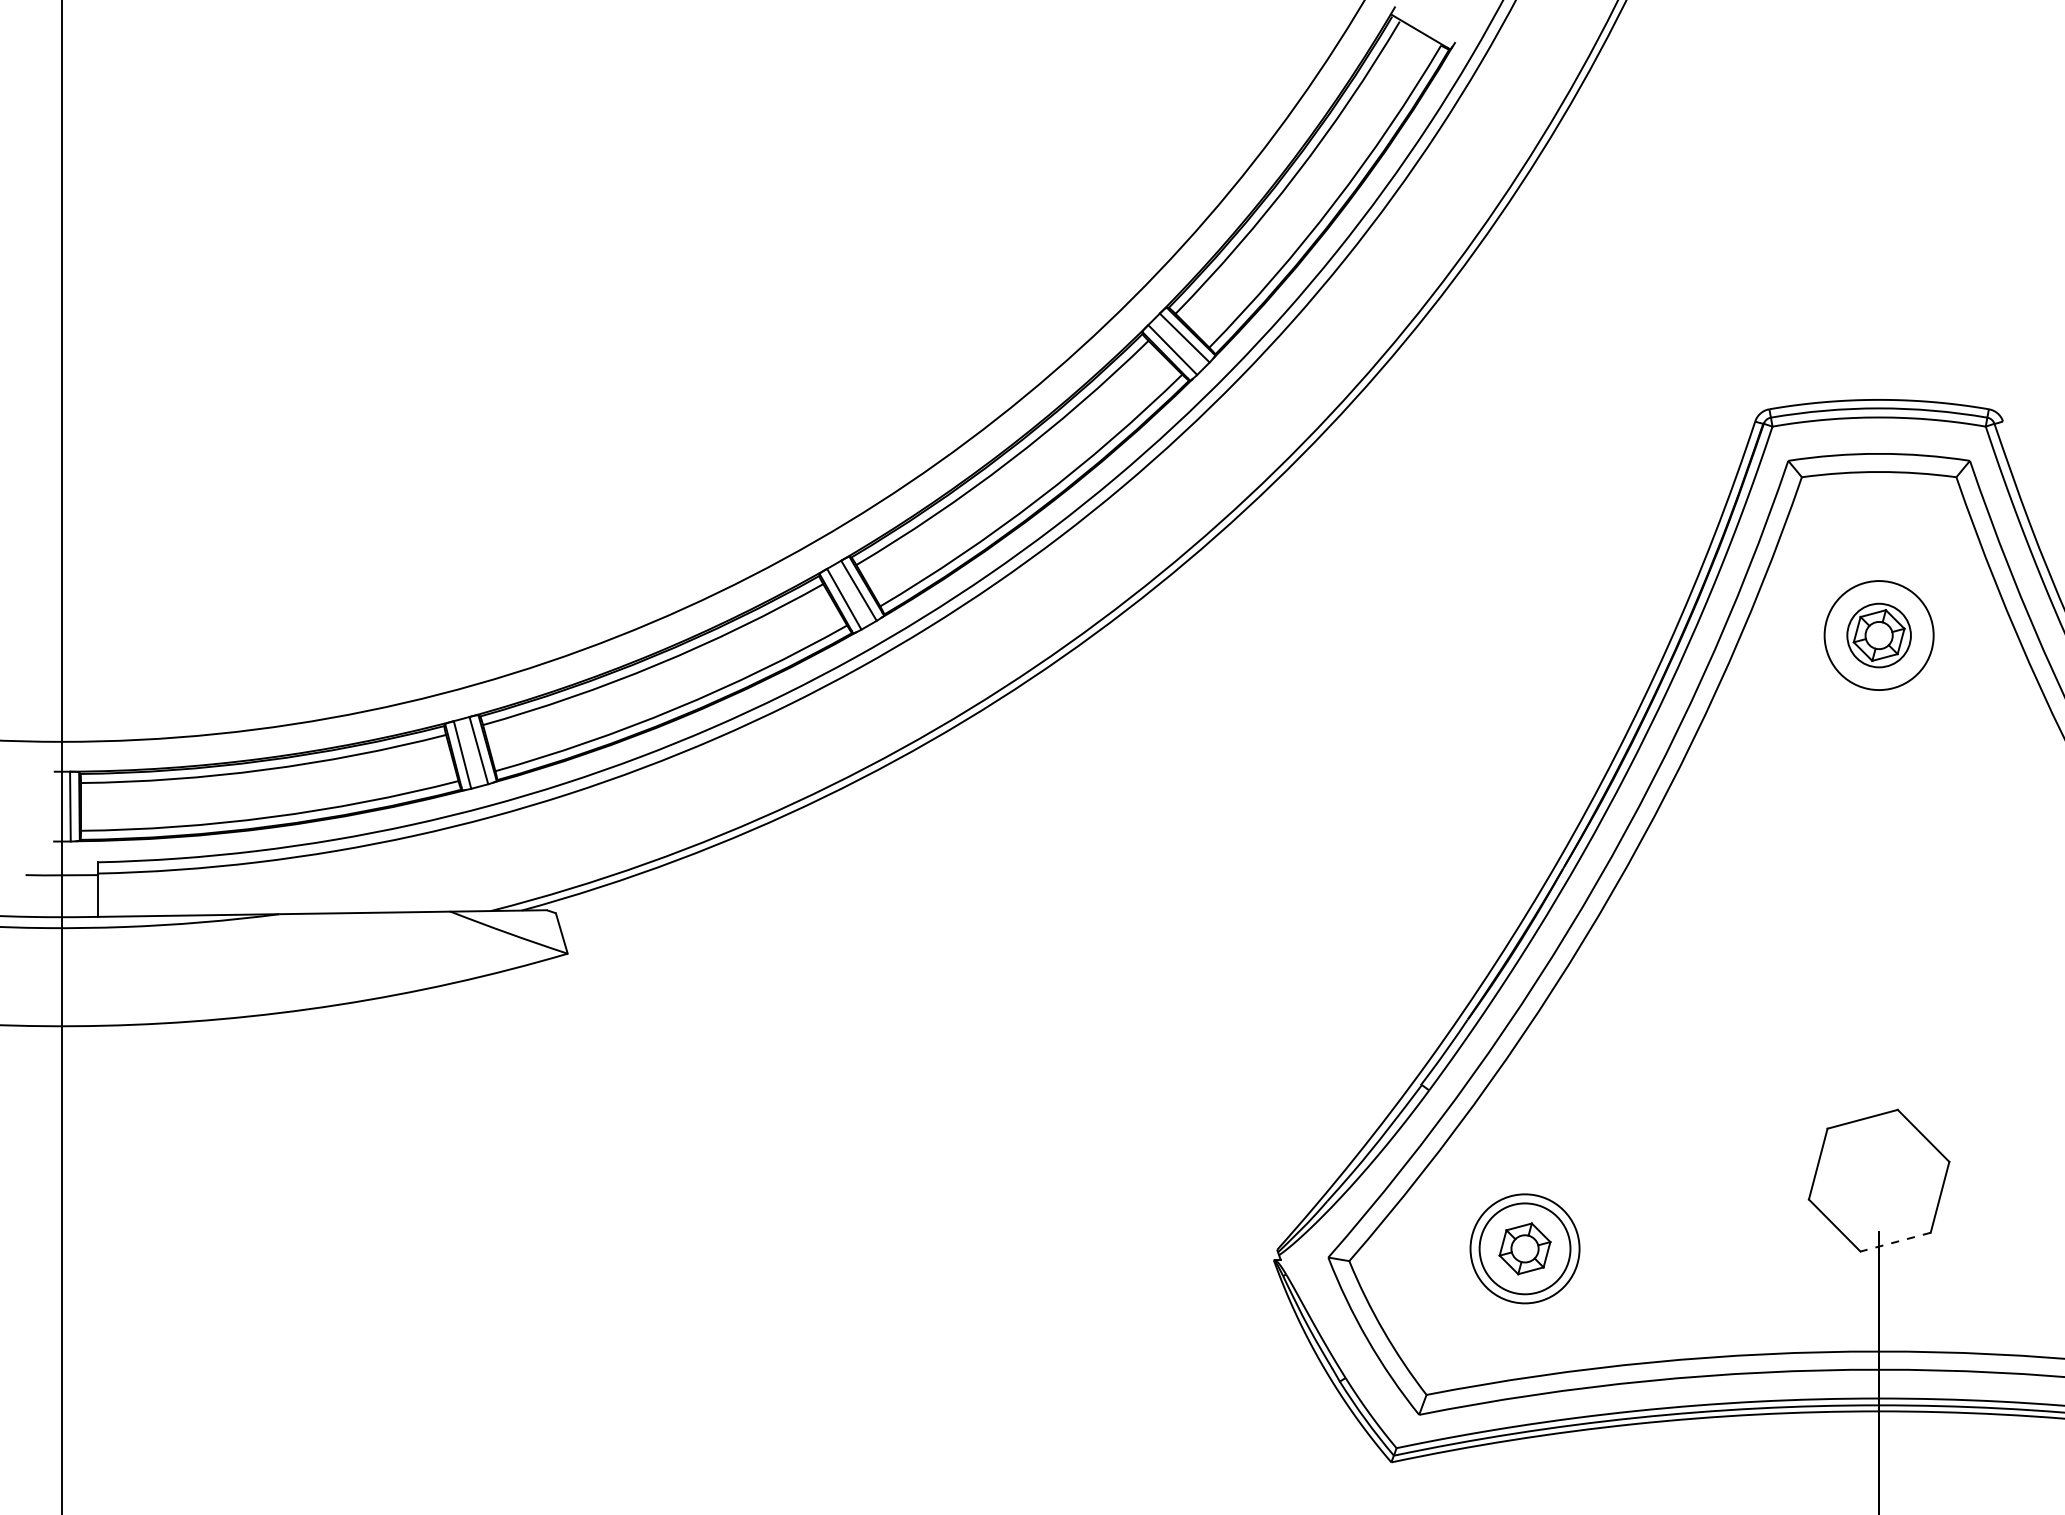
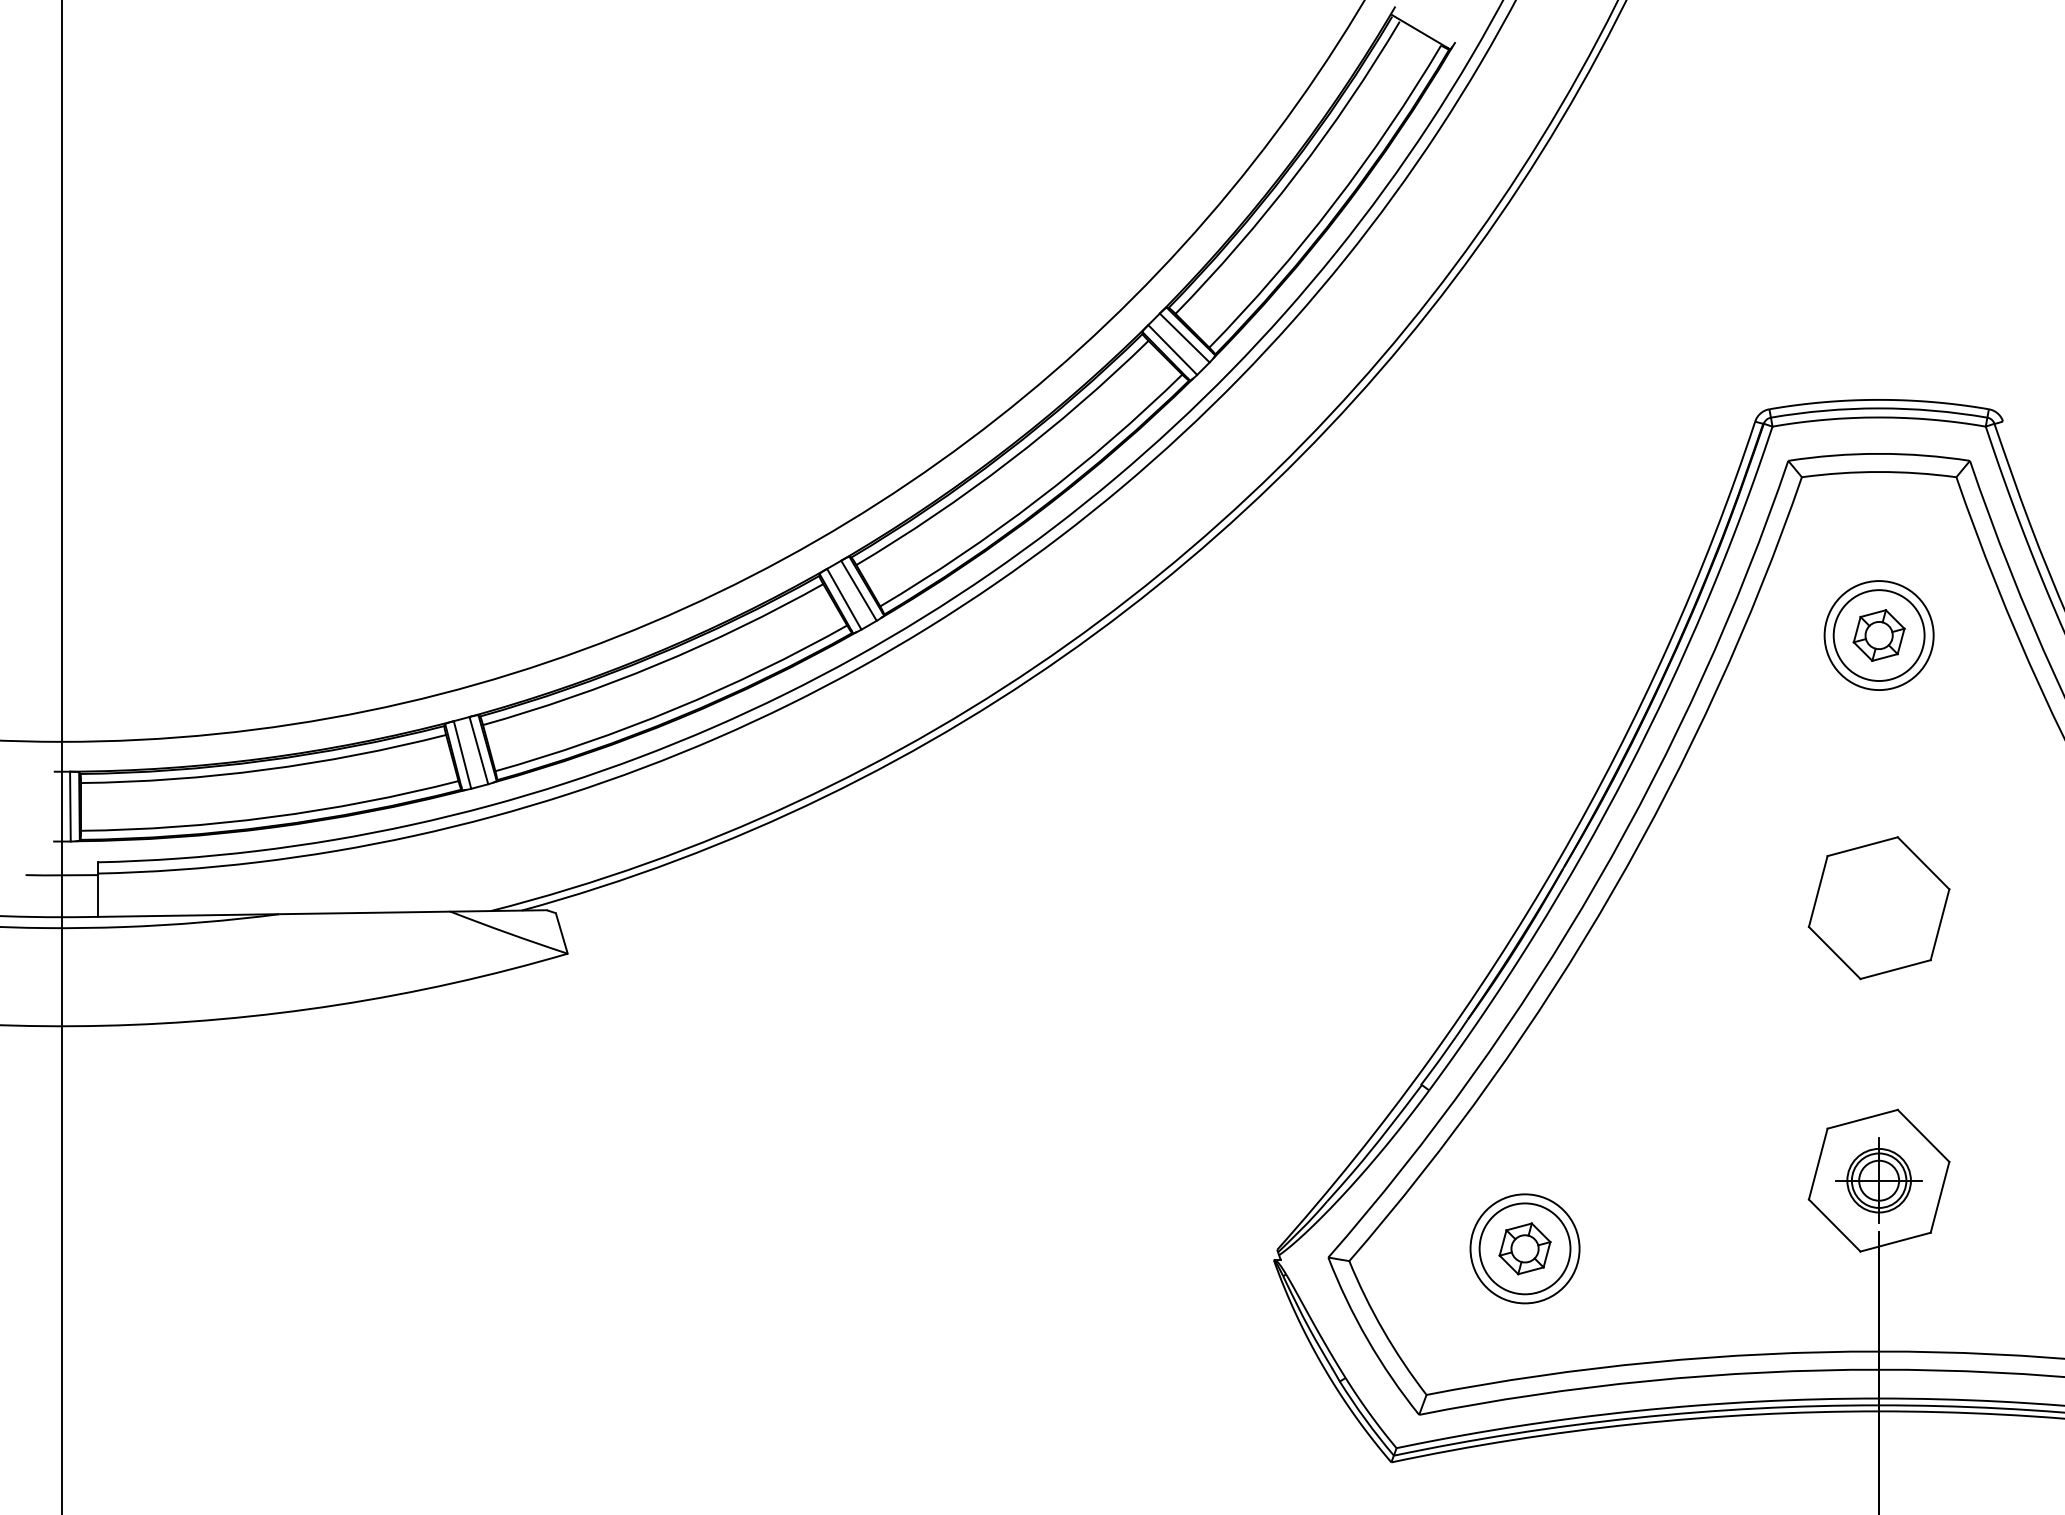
circle at (1878, 635) diameter: 64 px -> 91 px
part at (1878, 908): none -> present
part at (1878, 1180): none -> present
line at (1895, 1242): dashed -> solid
